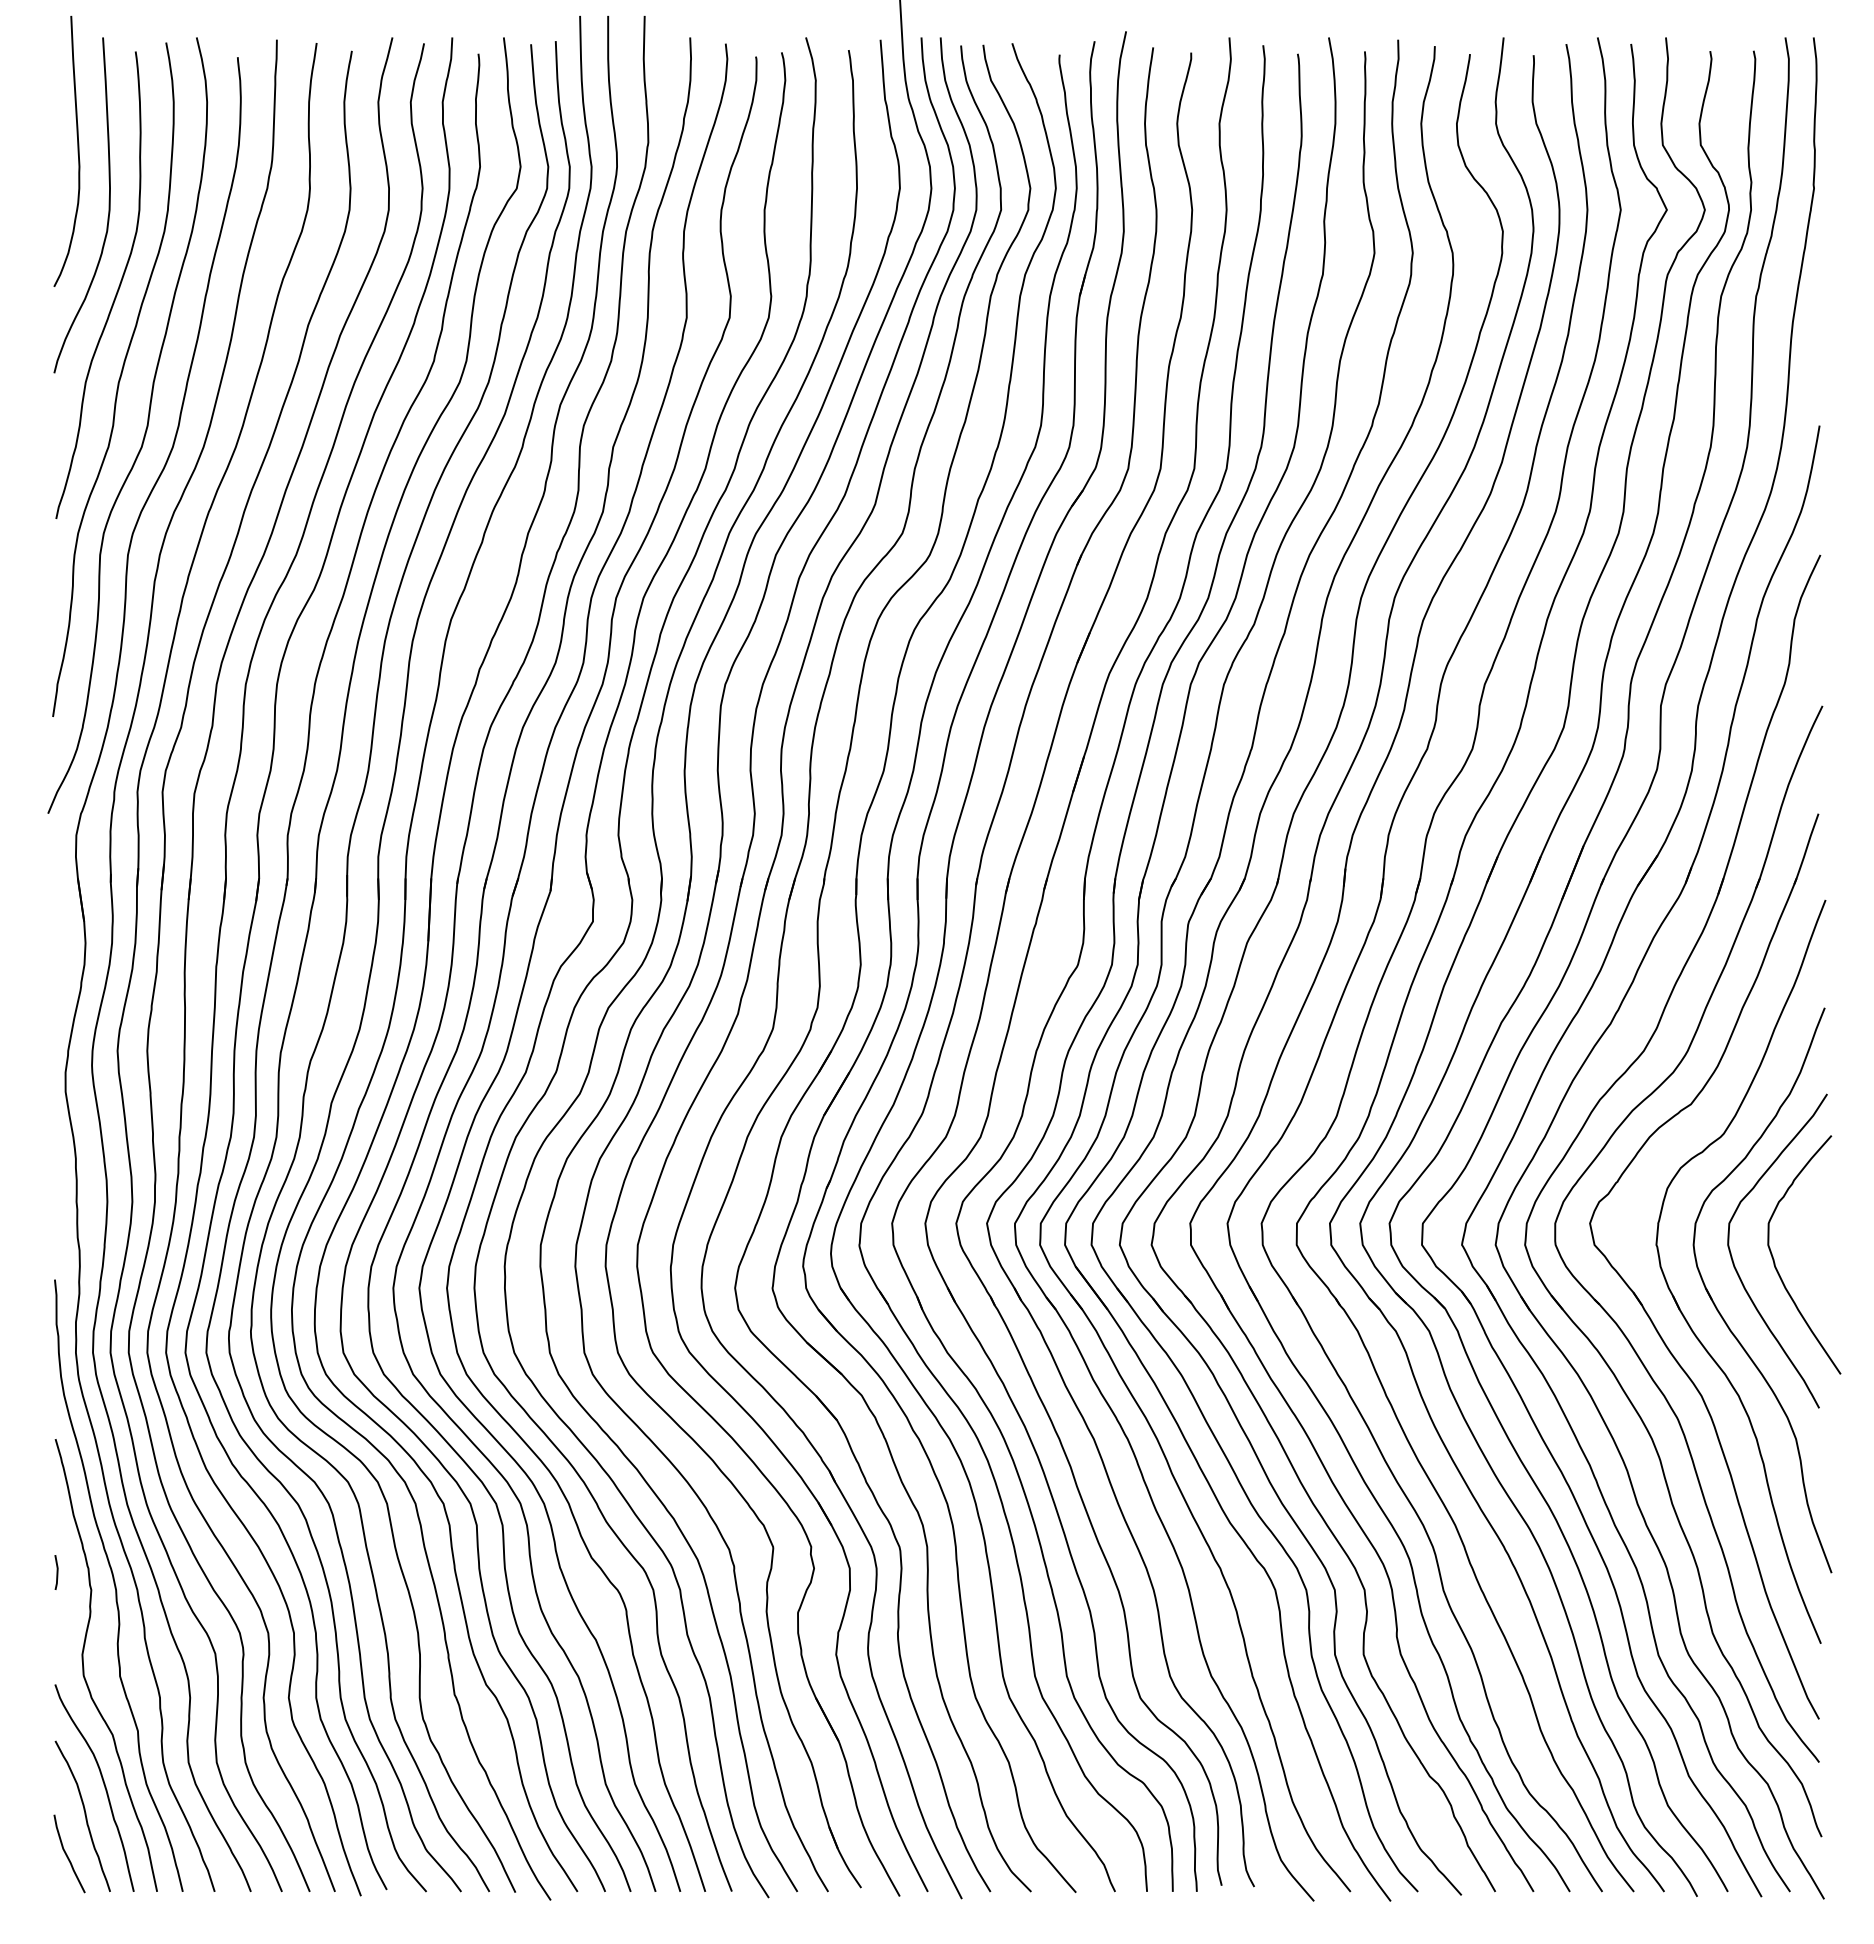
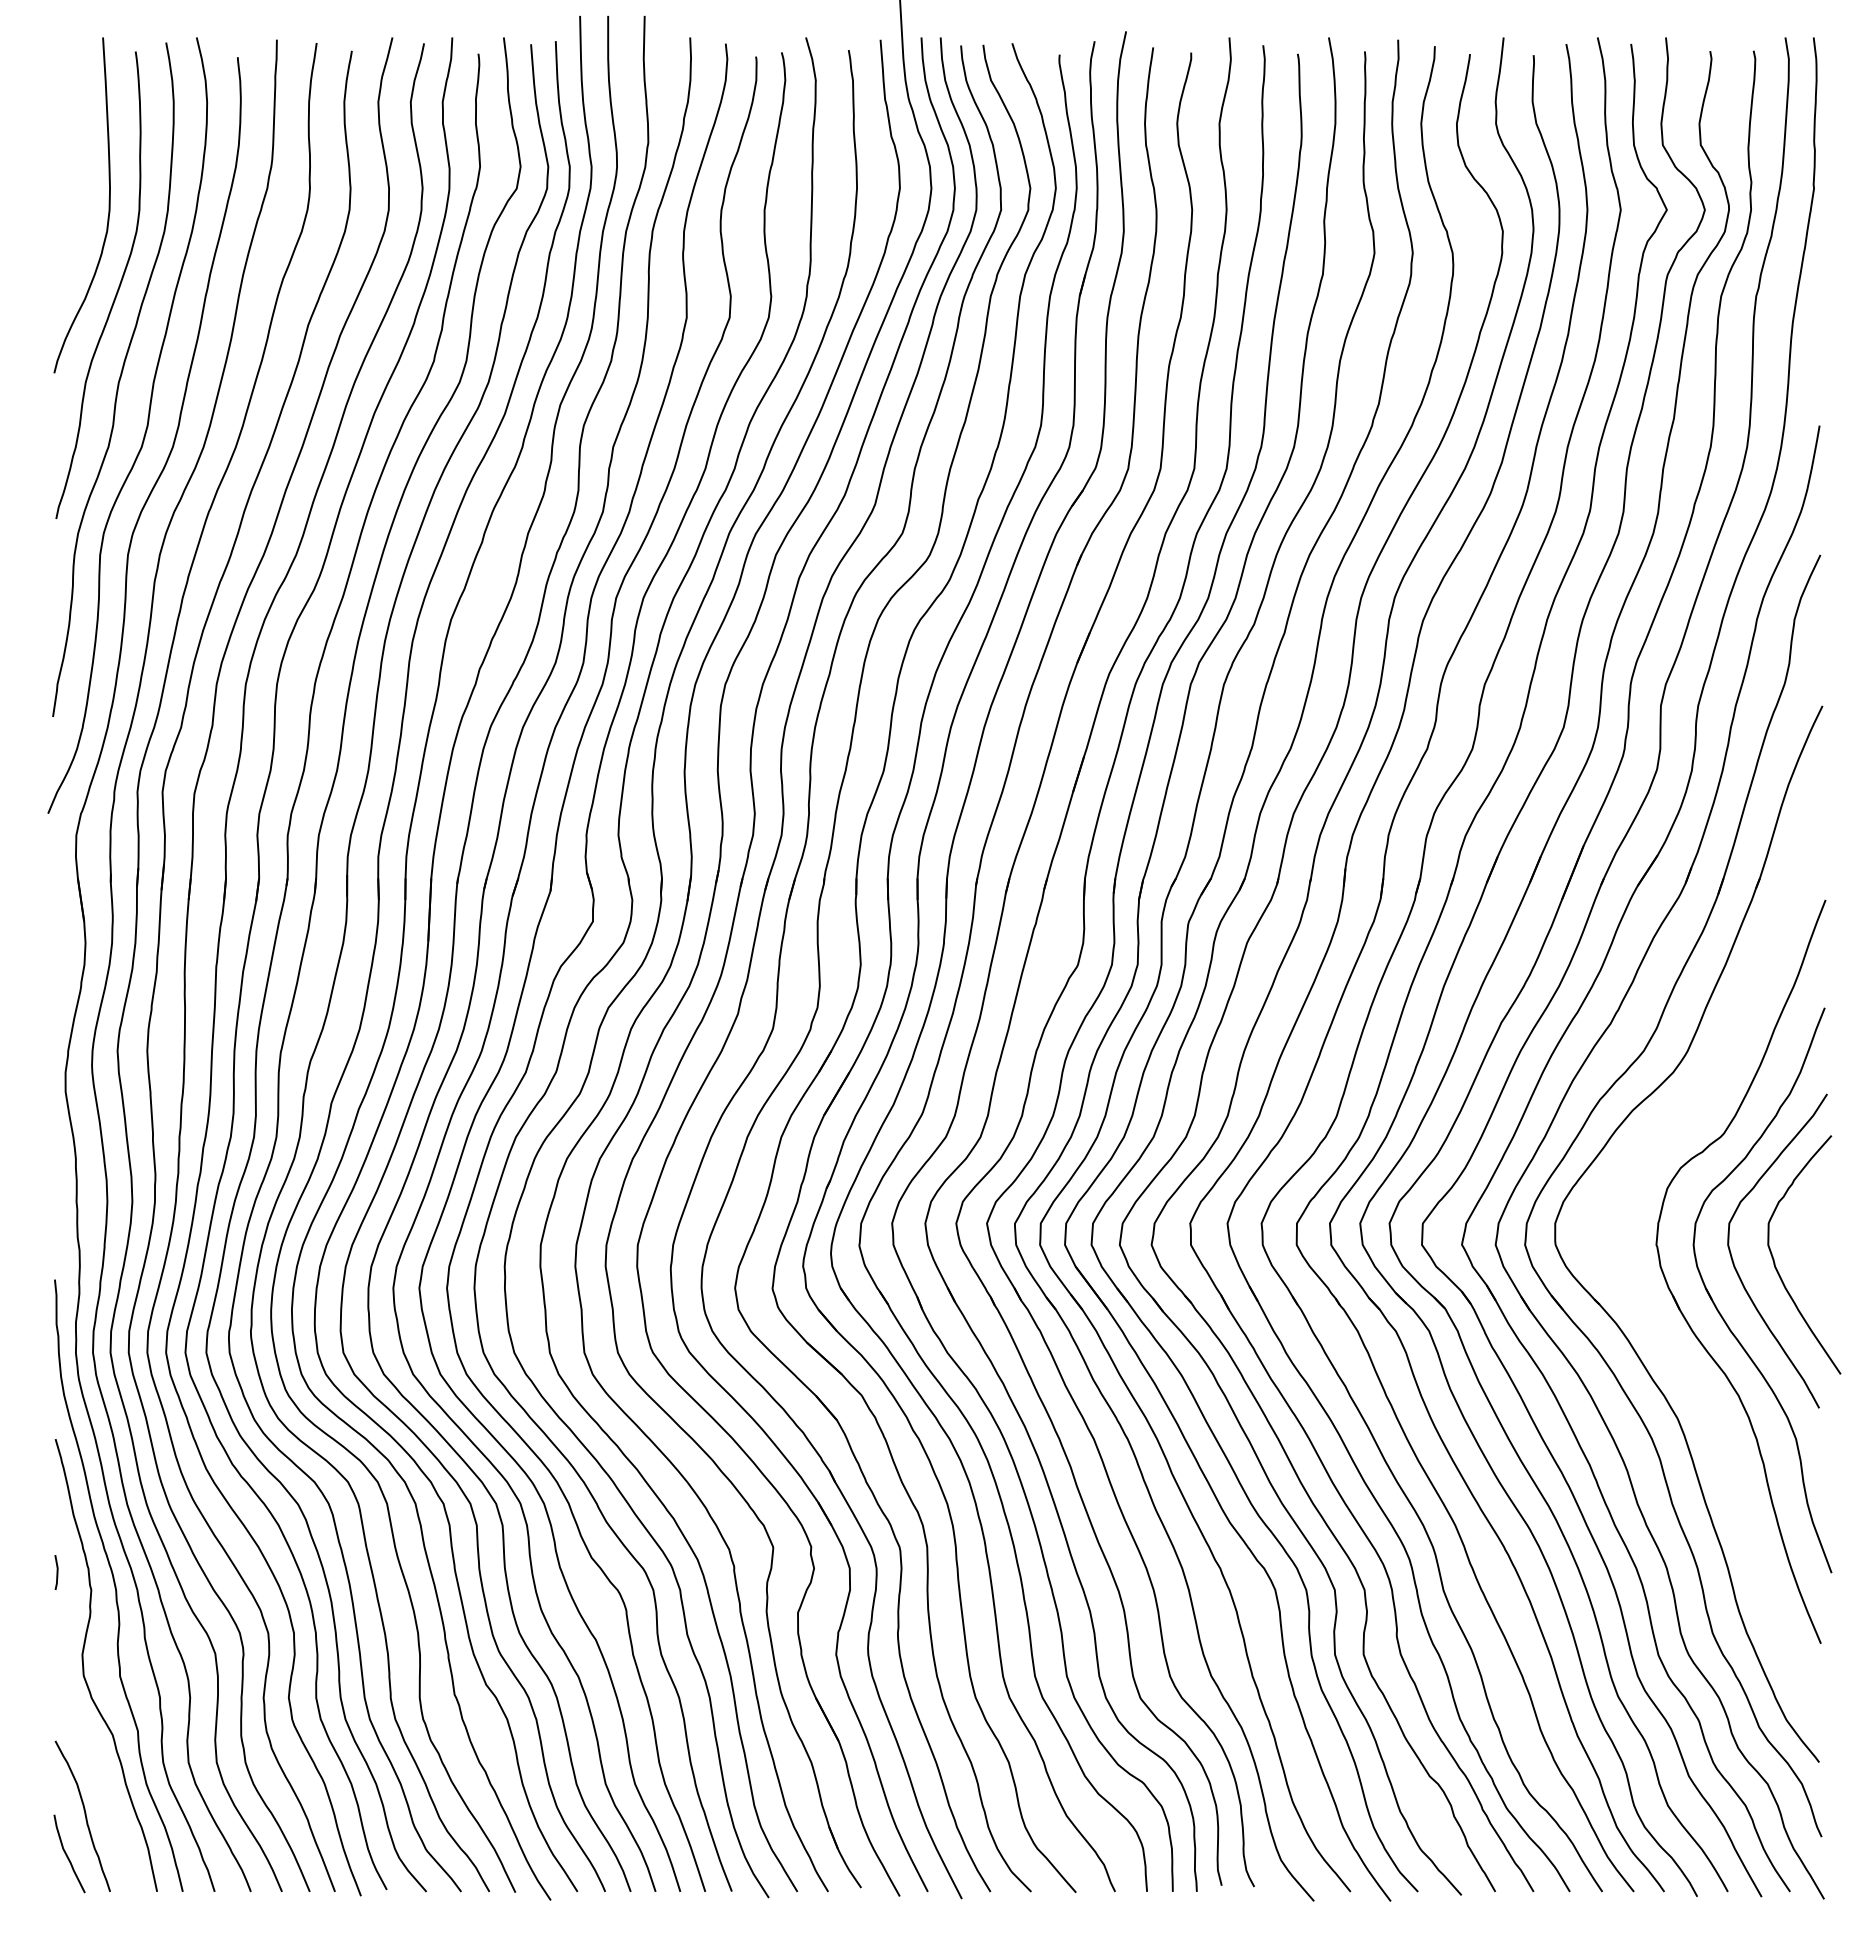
curve at (77, 150): present -> none
part at (1642, 1303): present -> none
curve at (103, 1784): present -> none
